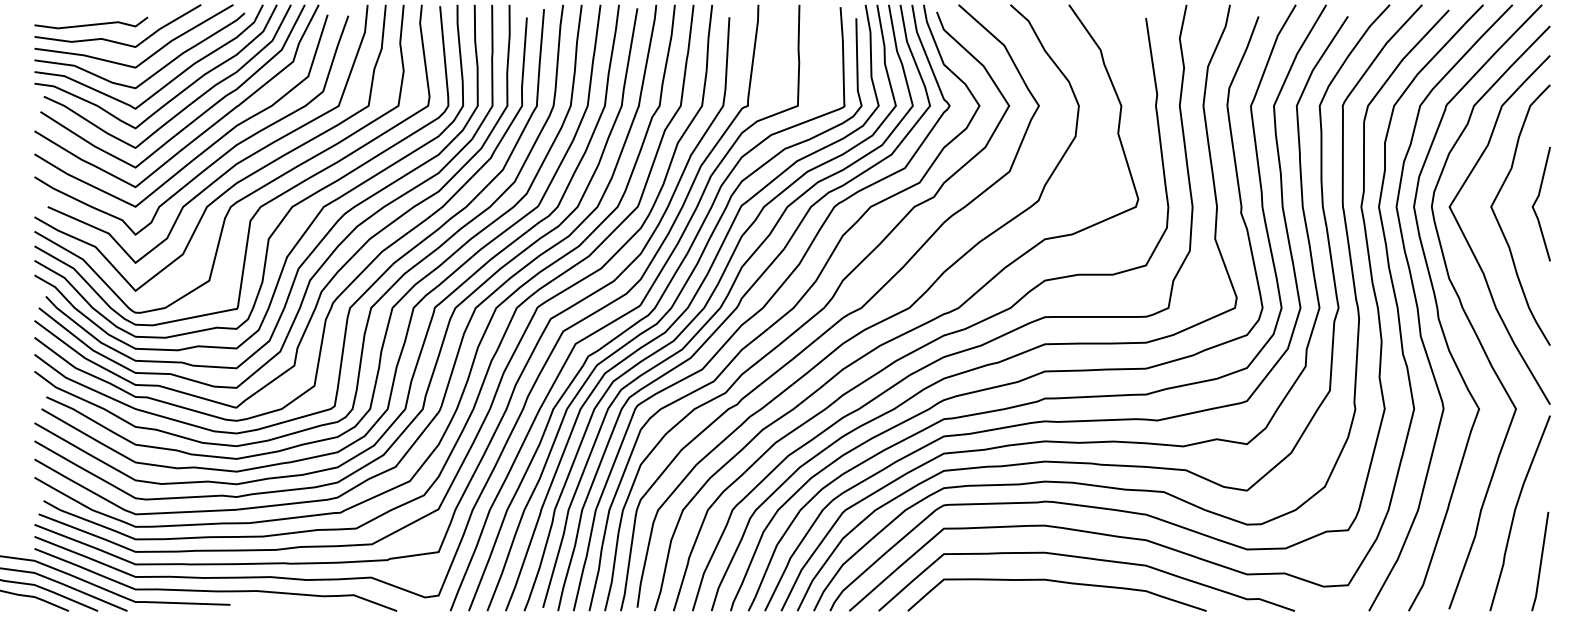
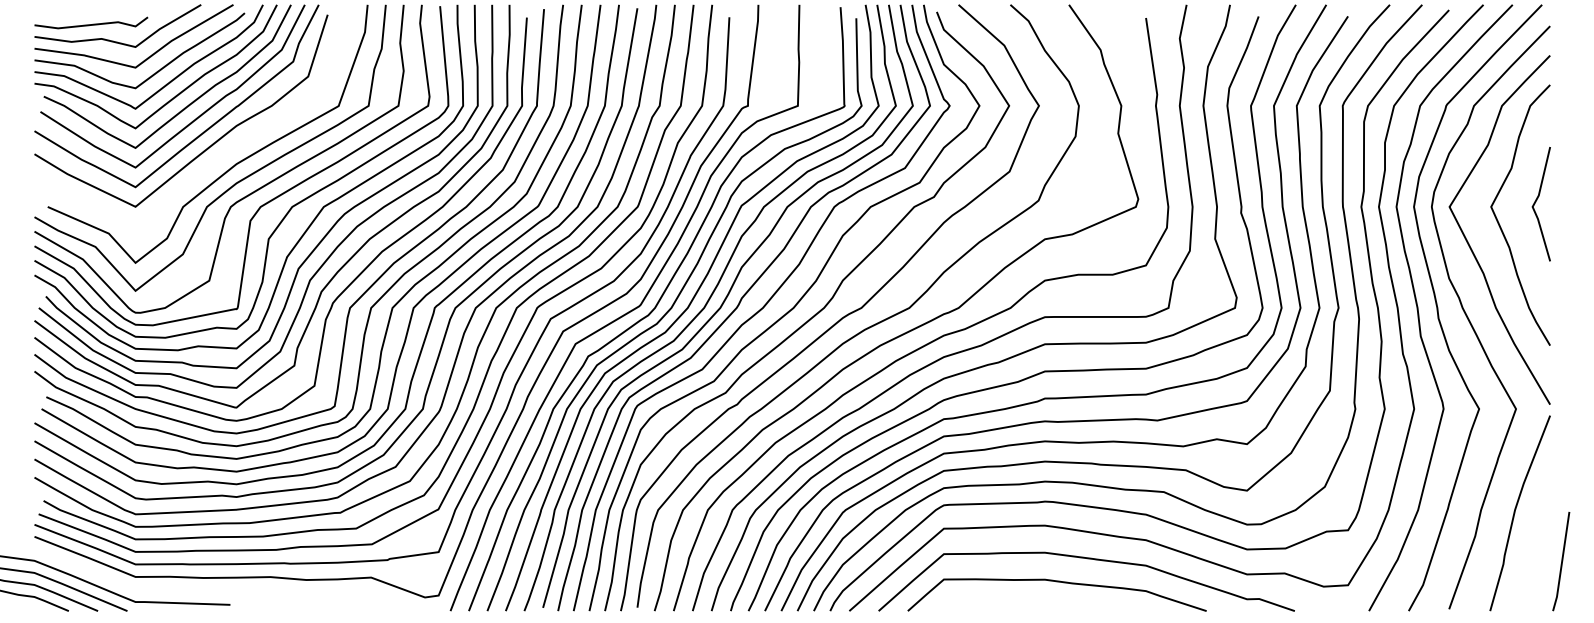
curve at (217, 158): present -> none
line at (1540, 561) position: (1540, 561) -> (1561, 561)
curve at (215, 590): present -> none
